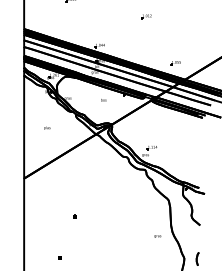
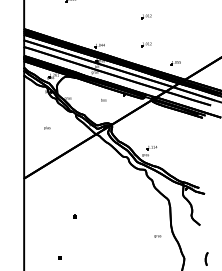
part at (146, 44): none -> present
part at (197, 258) position: (197, 258) -> (206, 258)
